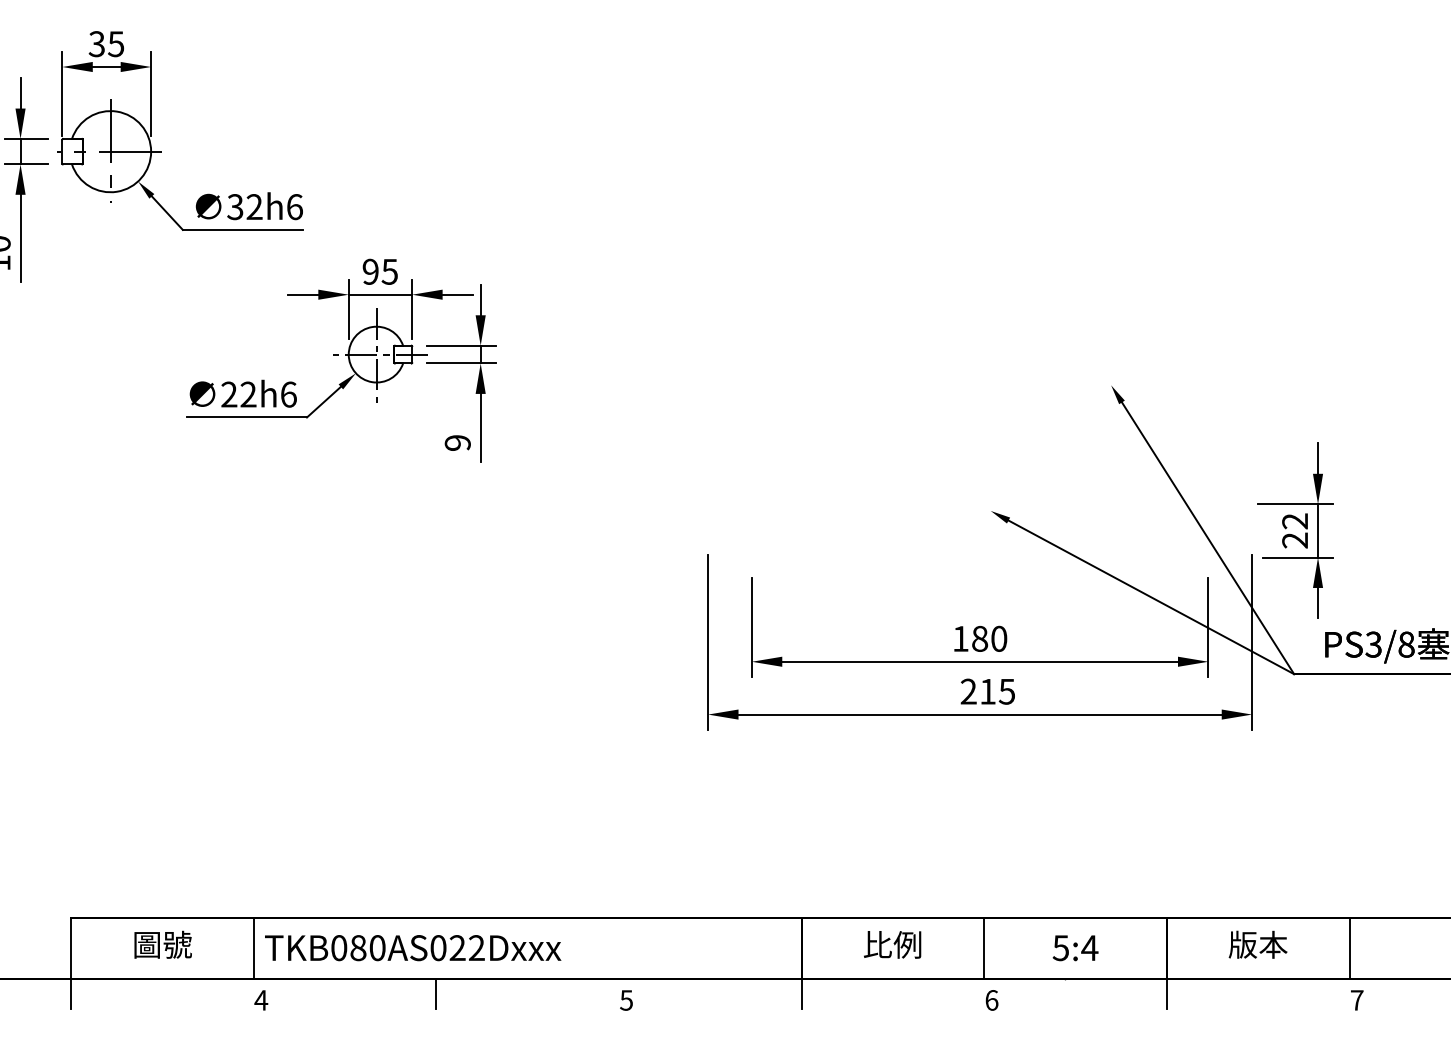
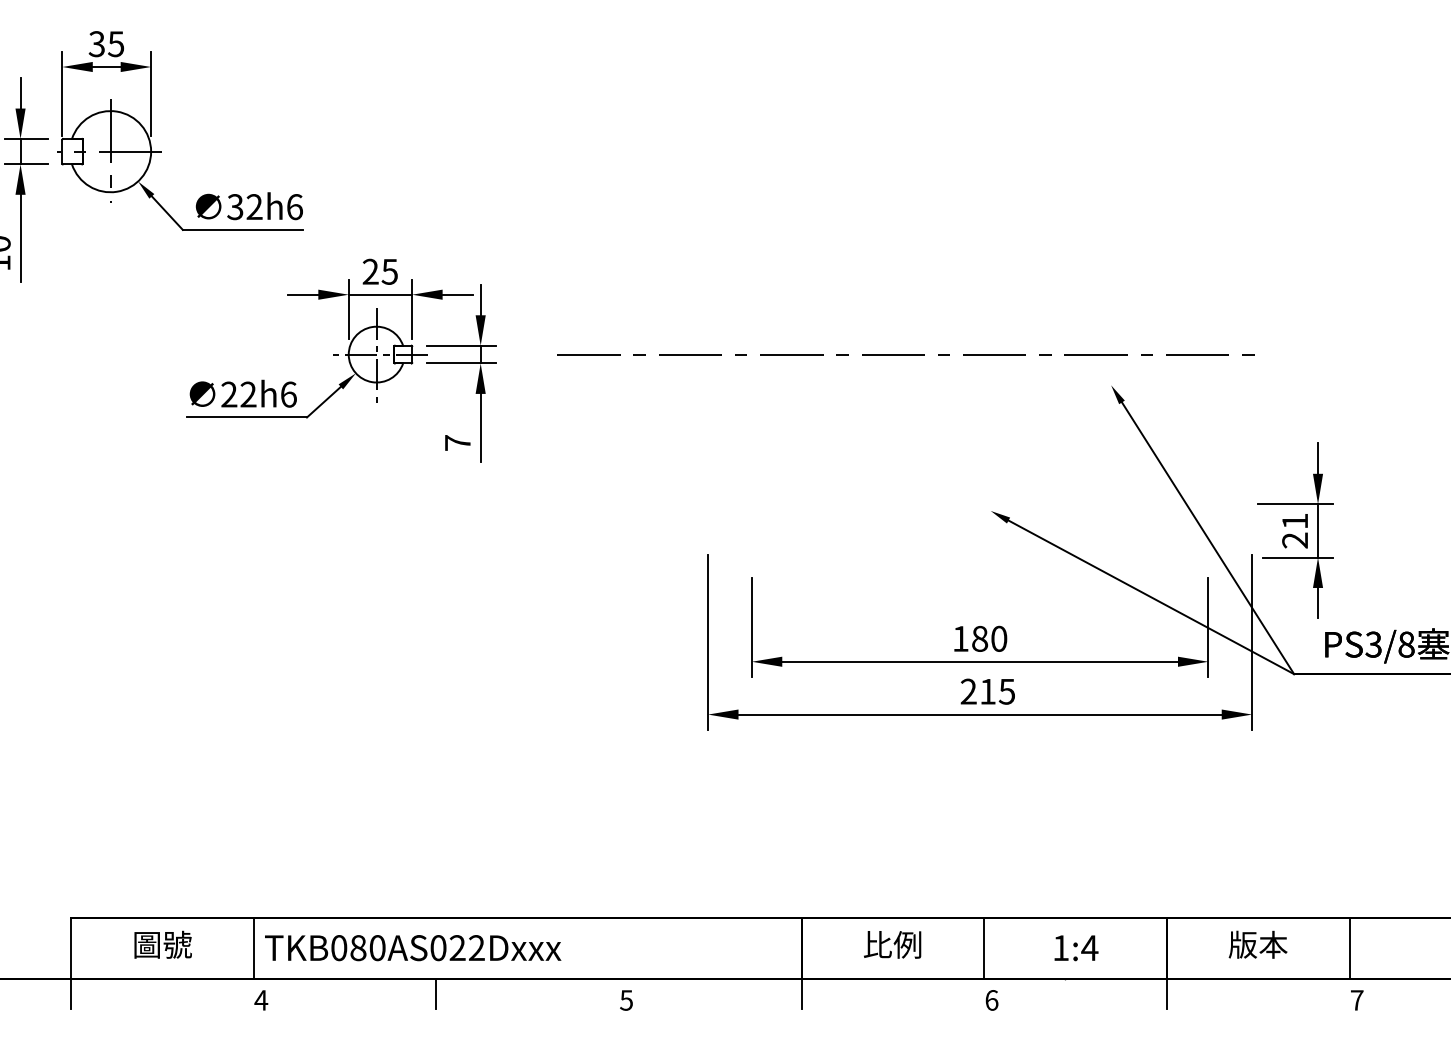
text at (370, 271): 95 -> 25
line at (905, 354): none -> present
text at (457, 442): 9 -> 7
text at (1294, 521): 22 -> 21
text at (1060, 948): 5:4 -> 1:4
